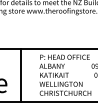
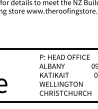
line at (21, 74): present -> none
